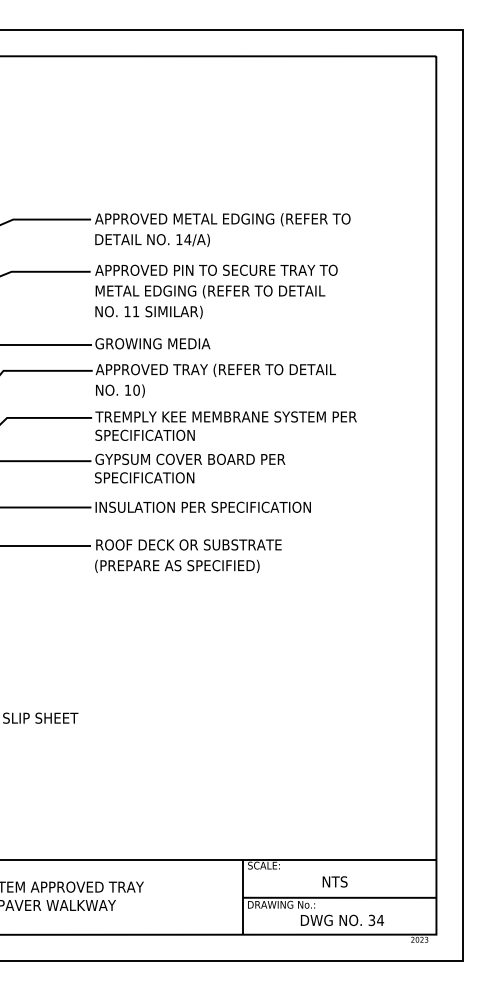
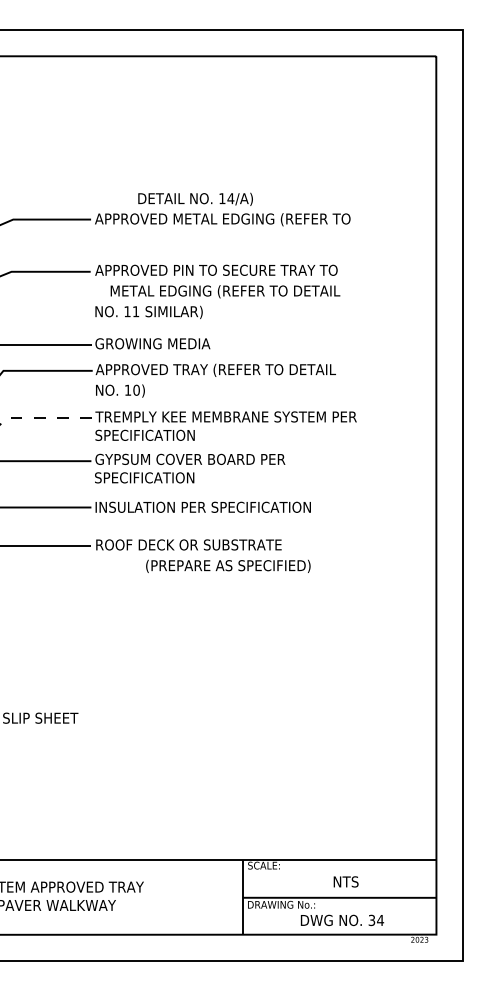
text at (152, 239) position: (152, 239) -> (195, 198)
text at (210, 291) position: (210, 291) -> (225, 291)
line at (44, 417): solid -> dashed
text at (177, 565) position: (177, 565) -> (228, 565)
text at (334, 881) position: (334, 881) -> (345, 881)
